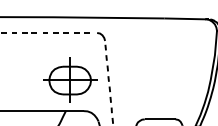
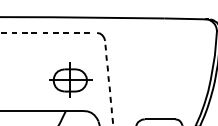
part at (70, 79) size: 55x46 px -> 44x36 px
